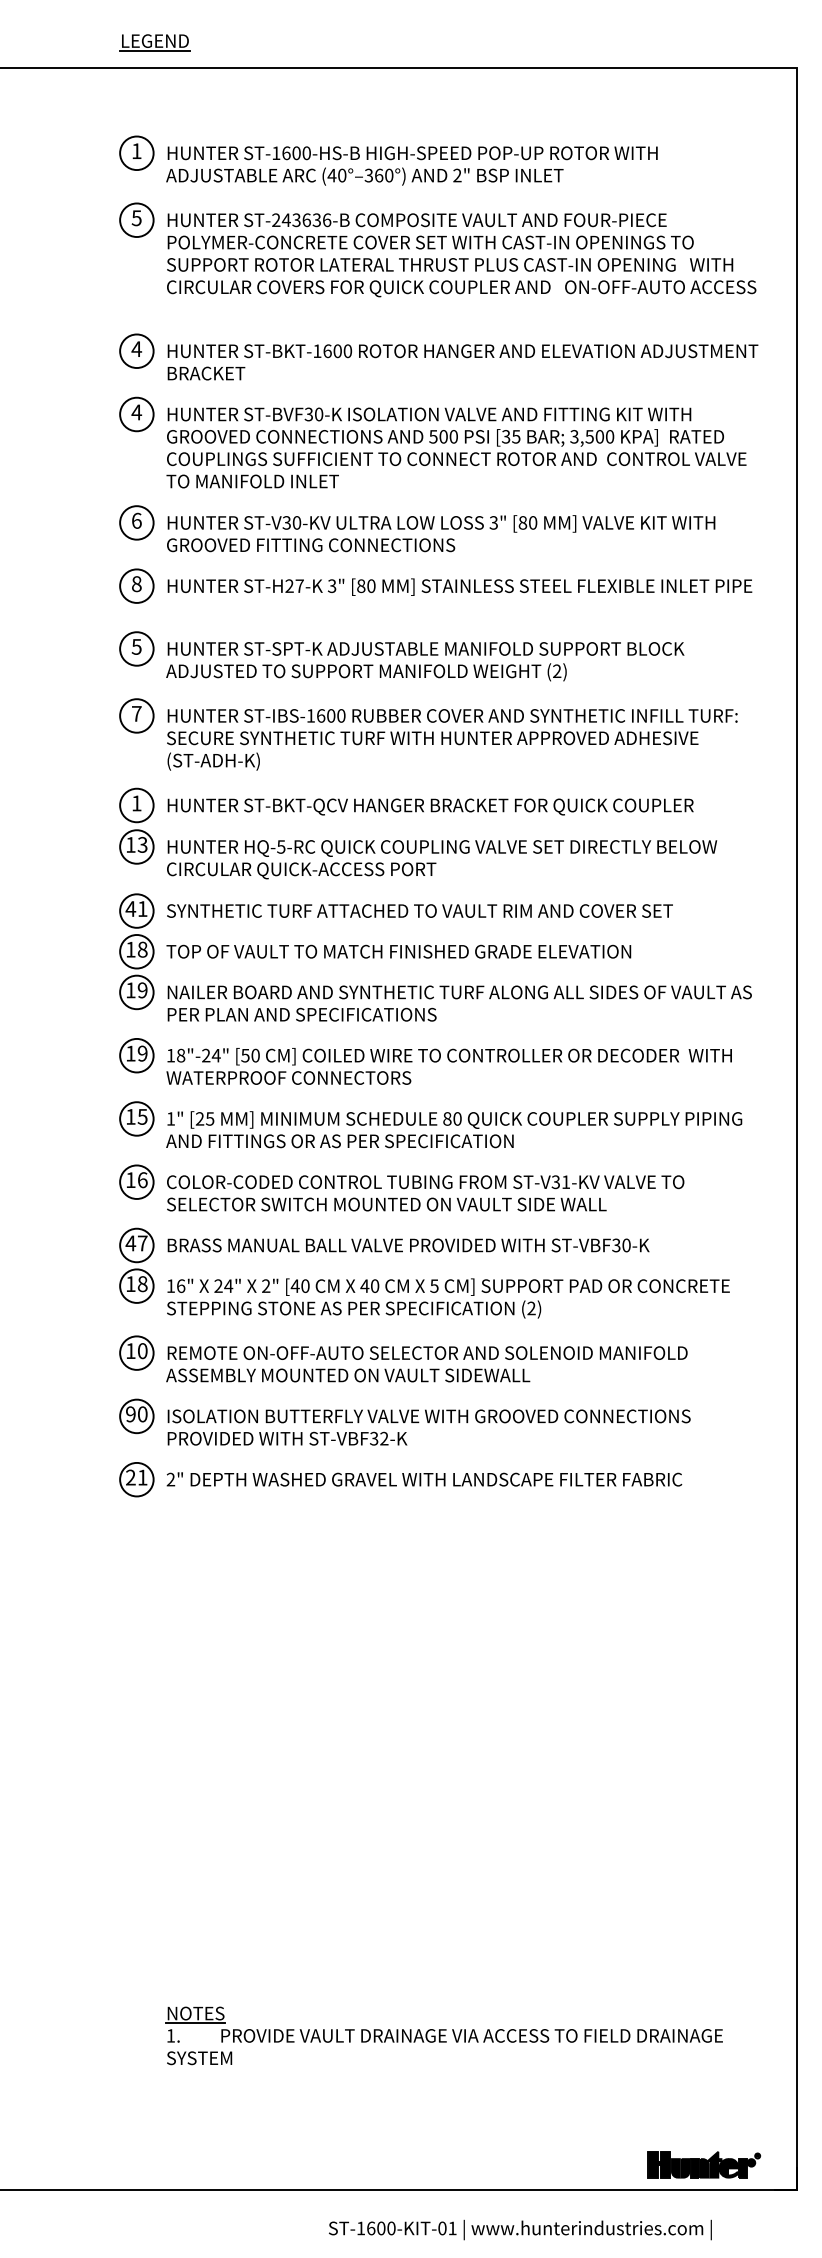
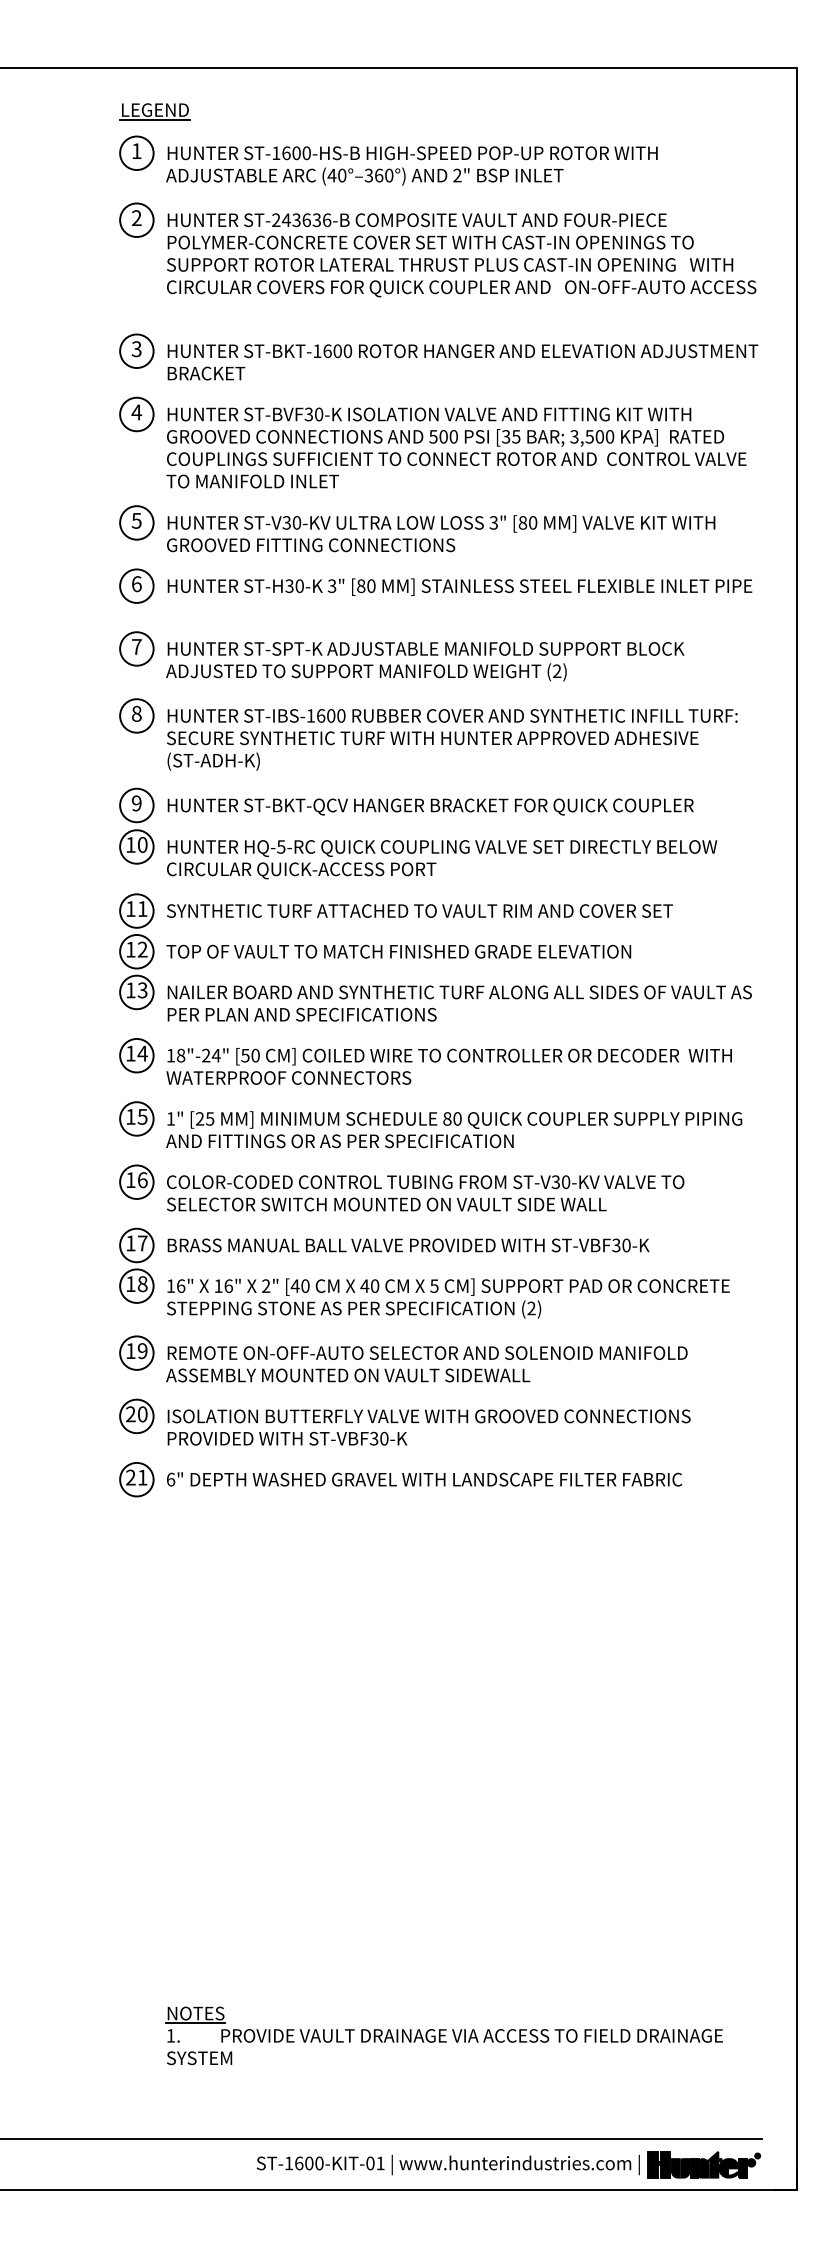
part at (154, 42) position: (154, 42) -> (154, 111)
text at (136, 218): 5 -> 2
text at (136, 349): 4 -> 3
text at (136, 520): 6 -> 5
text at (136, 583): 8 -> 6
text at (294, 586): ST-H27-K -> ST-H30-K
text at (136, 646): 5 -> 7
text at (136, 713): 7 -> 8
text at (136, 803): 1 -> 9
text at (142, 844): 13 -> 10
text at (130, 908): 41 -> 11
text at (142, 949): 18 -> 12
text at (142, 990): 19 -> 13
text at (142, 1053): 19 -> 14
text at (566, 1182): ST-V31-KV -> ST-V30-KV
text at (130, 1243): 47 -> 17
text at (223, 1286): 24" -> 16"
text at (142, 1351): 10 -> 19
text at (130, 1414): 90 -> 20
text at (384, 1438): ST-VBF32-K -> ST-VBF30-K
text at (170, 1479): 2" -> 6"
line at (381, 2139): none -> present
text at (520, 2229) position: (520, 2229) -> (448, 2164)
